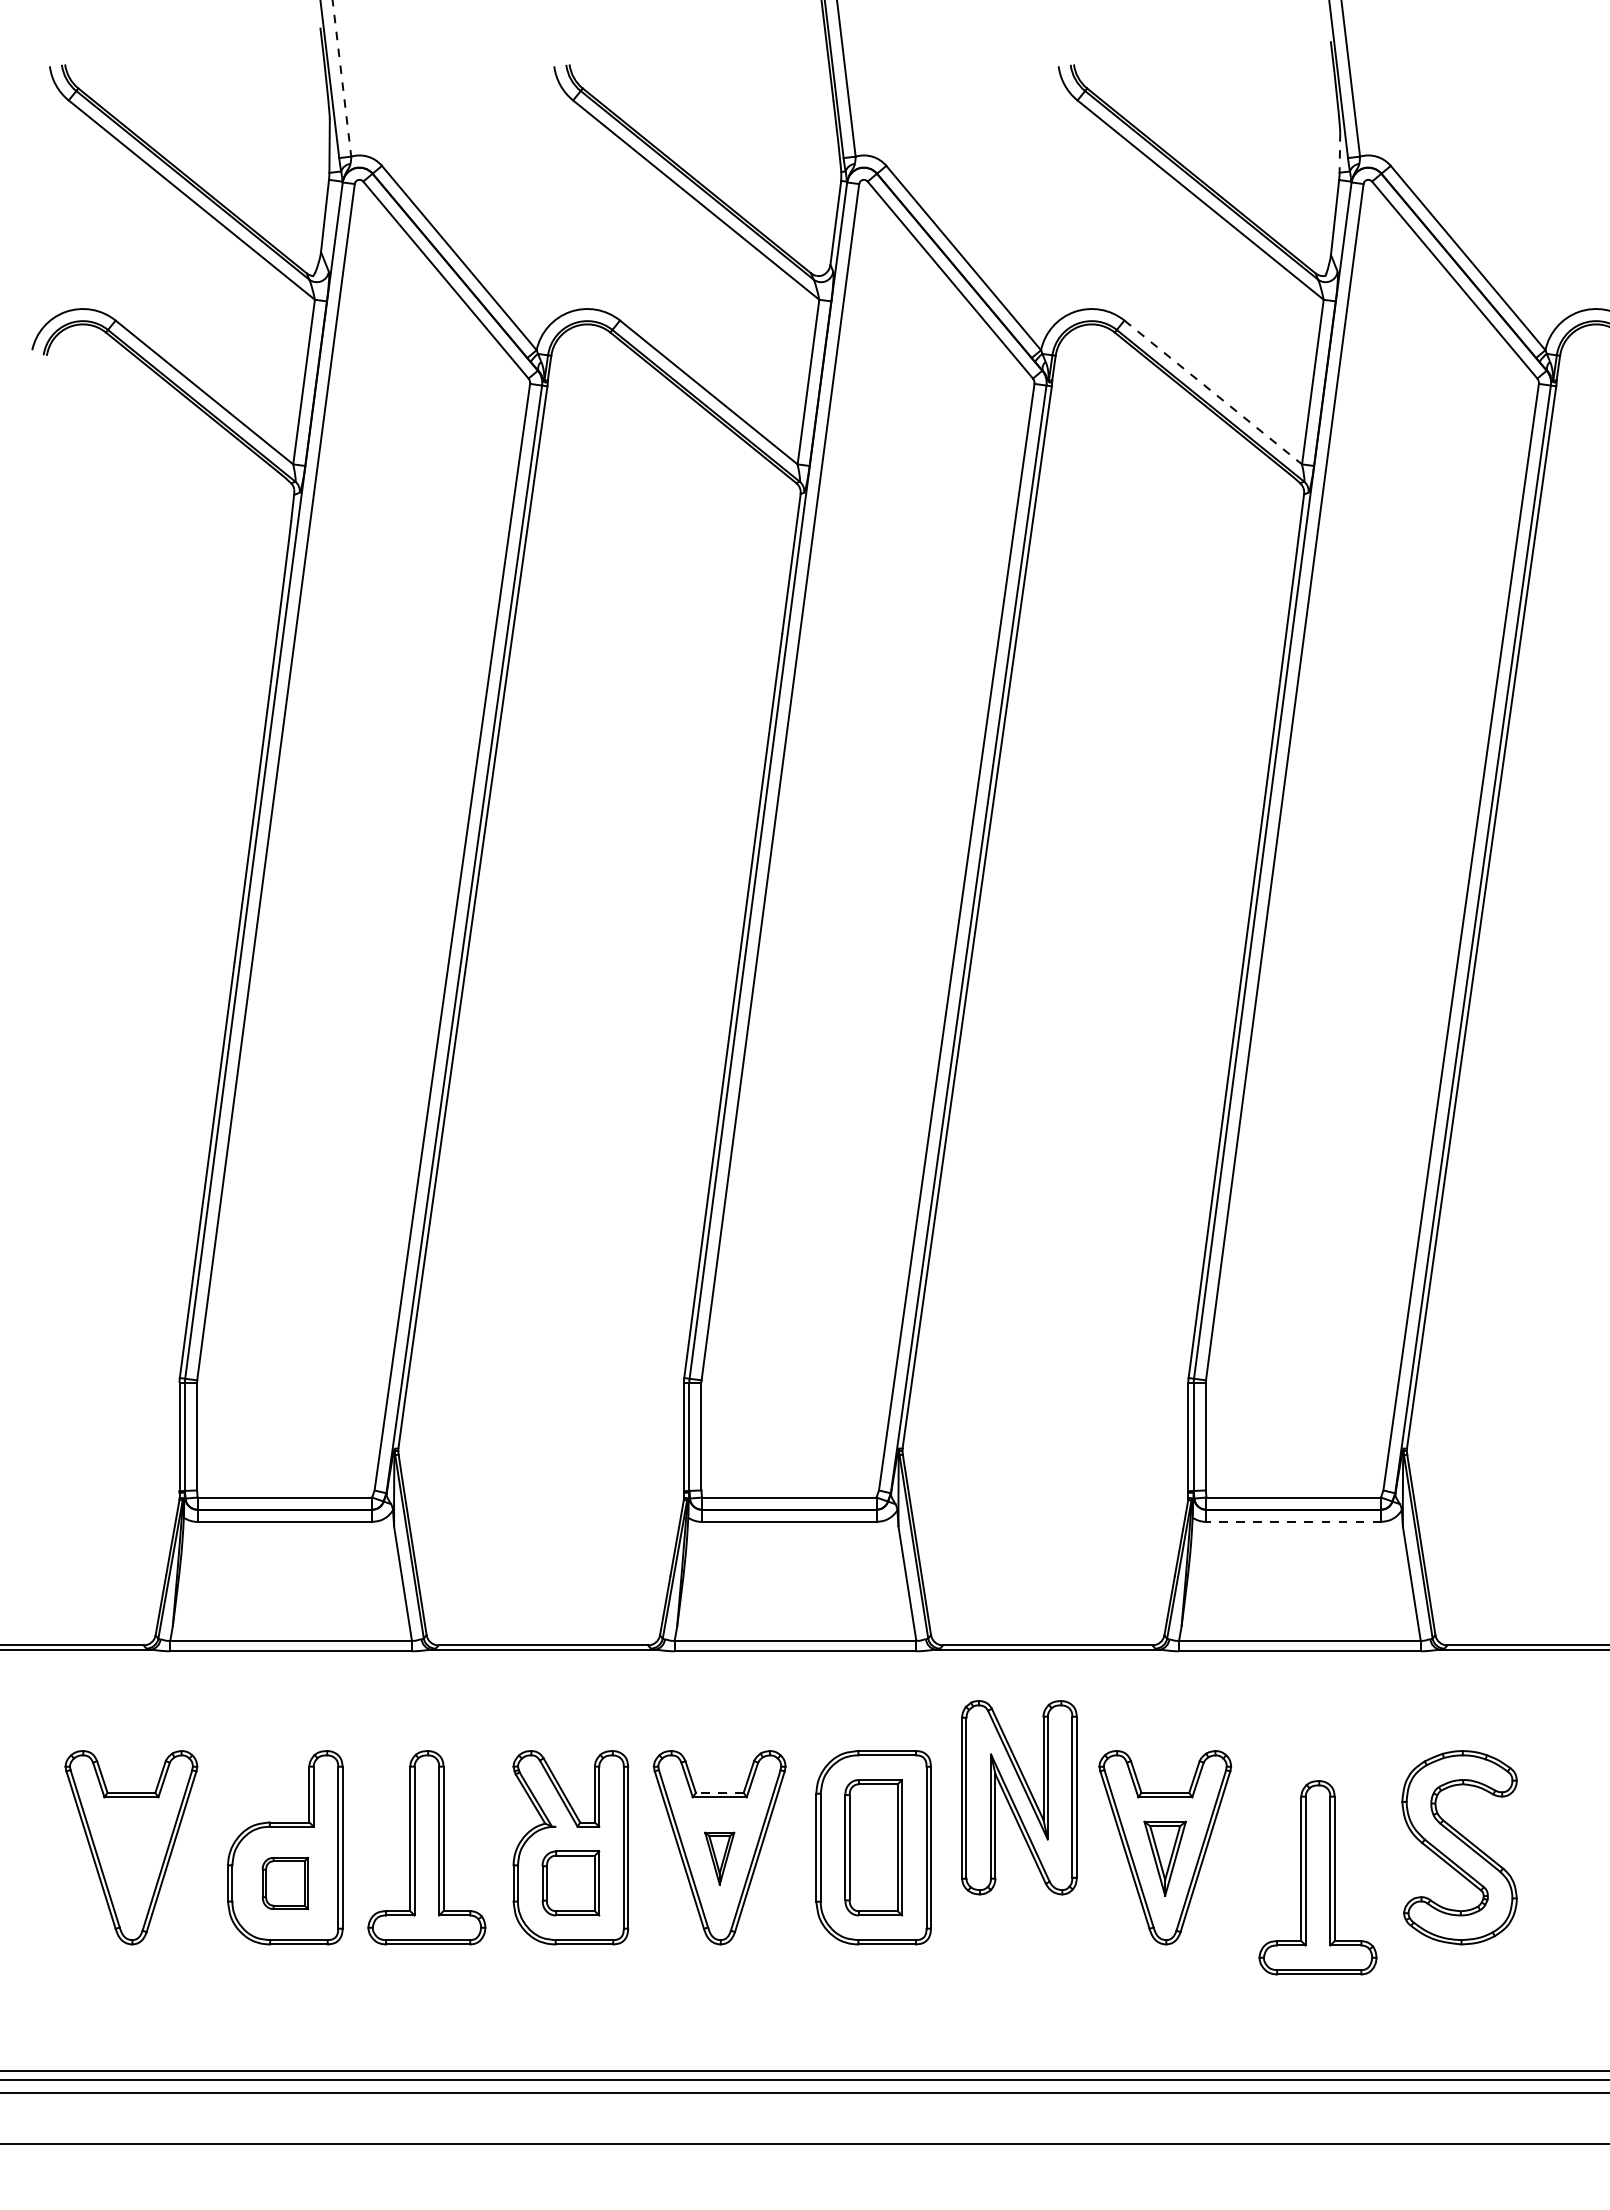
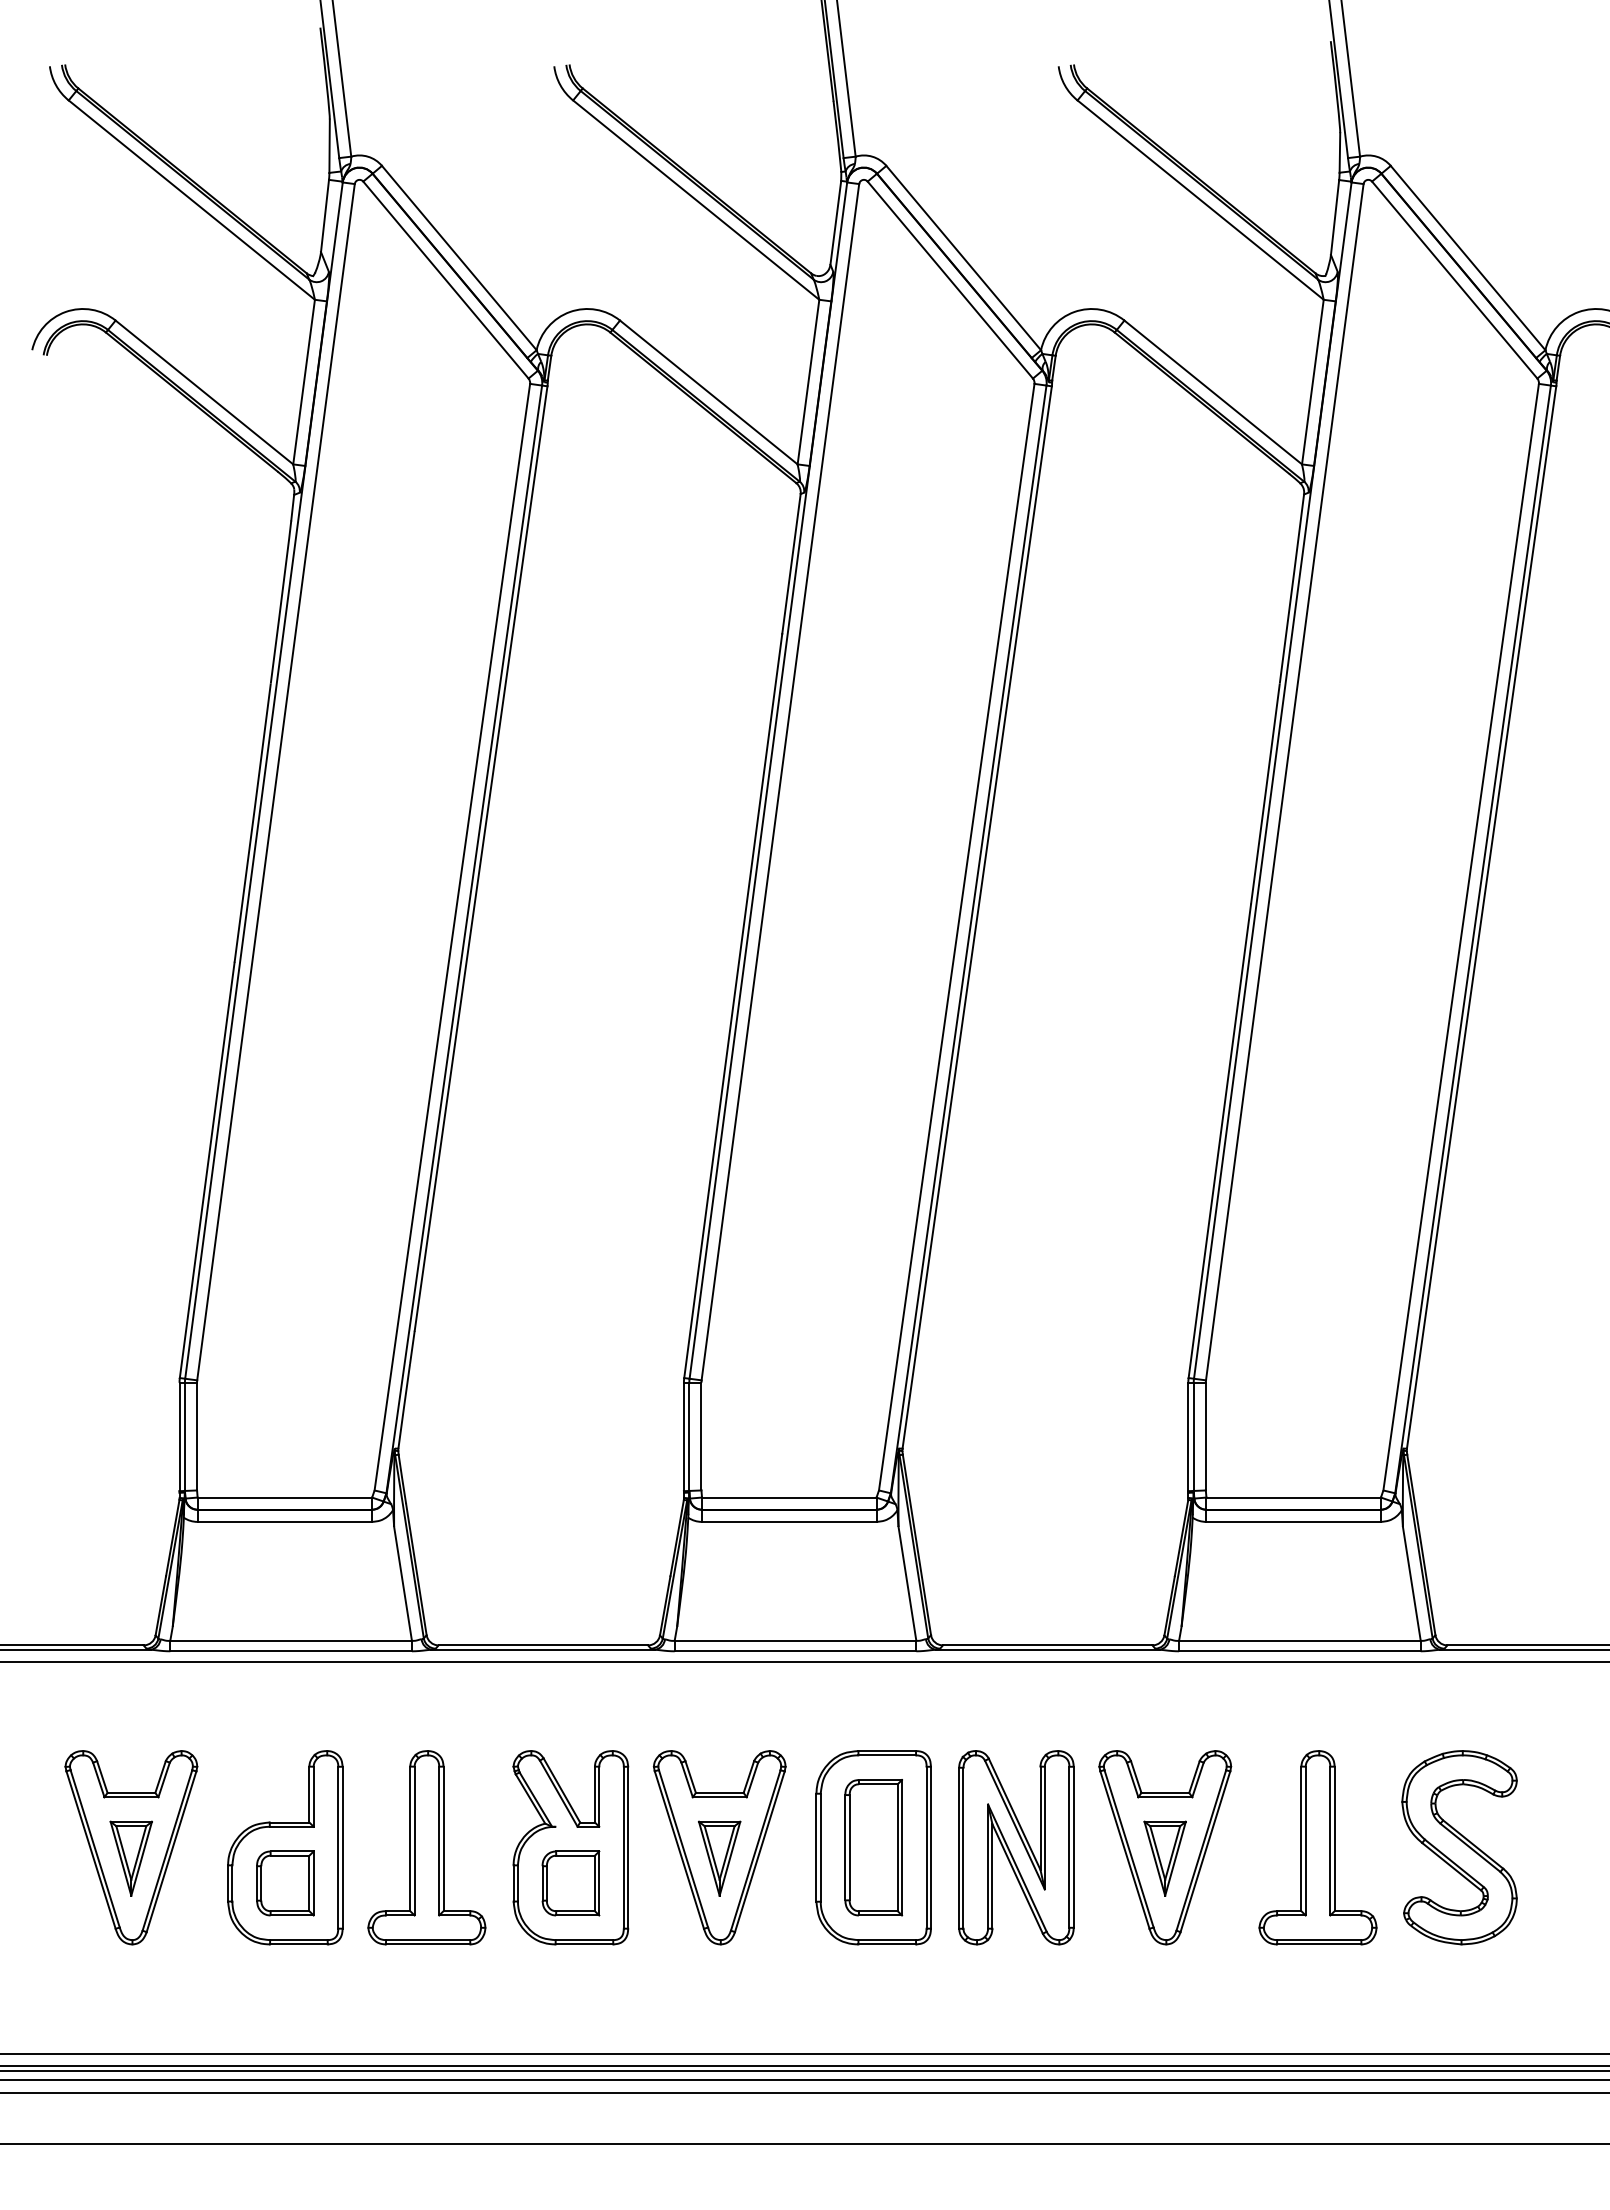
line at (341, 78): dashed -> solid
line at (1339, 152): dashed -> solid
line at (1213, 392): dashed -> solid
line at (1293, 1521): dashed -> solid
line at (804, 1661): none -> present
line at (719, 1792): dashed -> solid
part at (1019, 1797) position: (1019, 1797) -> (1016, 1847)
part at (130, 1858): none -> present
part at (719, 1858) size: 32x55 px -> 44x77 px
part at (1317, 1877) position: (1317, 1877) -> (1317, 1847)
part at (285, 1883) size: 49x55 px -> 59x67 px
line at (804, 2054): none -> present
line at (804, 2066): none -> present
